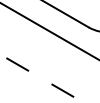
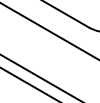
line at (41, 78): dashed -> solid
line at (28, 83): none -> present
